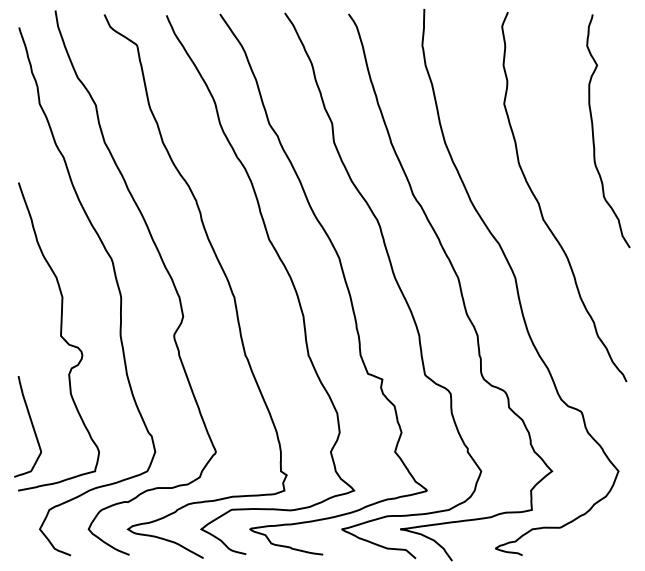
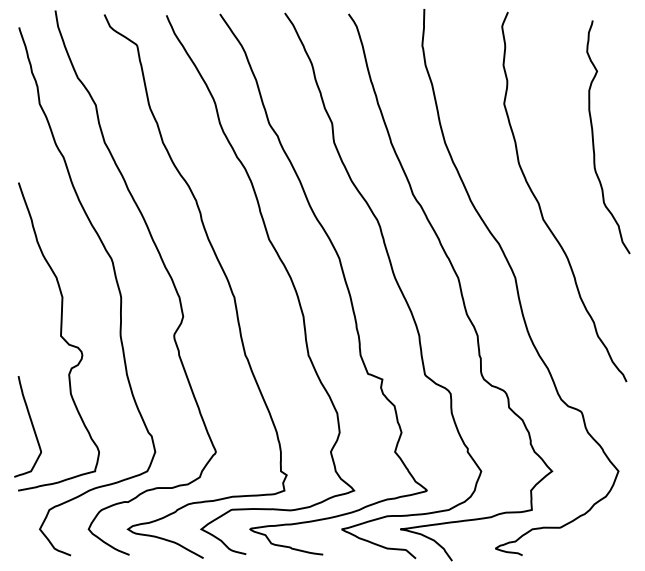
curve at (594, 136) position: (594, 136) -> (594, 142)
